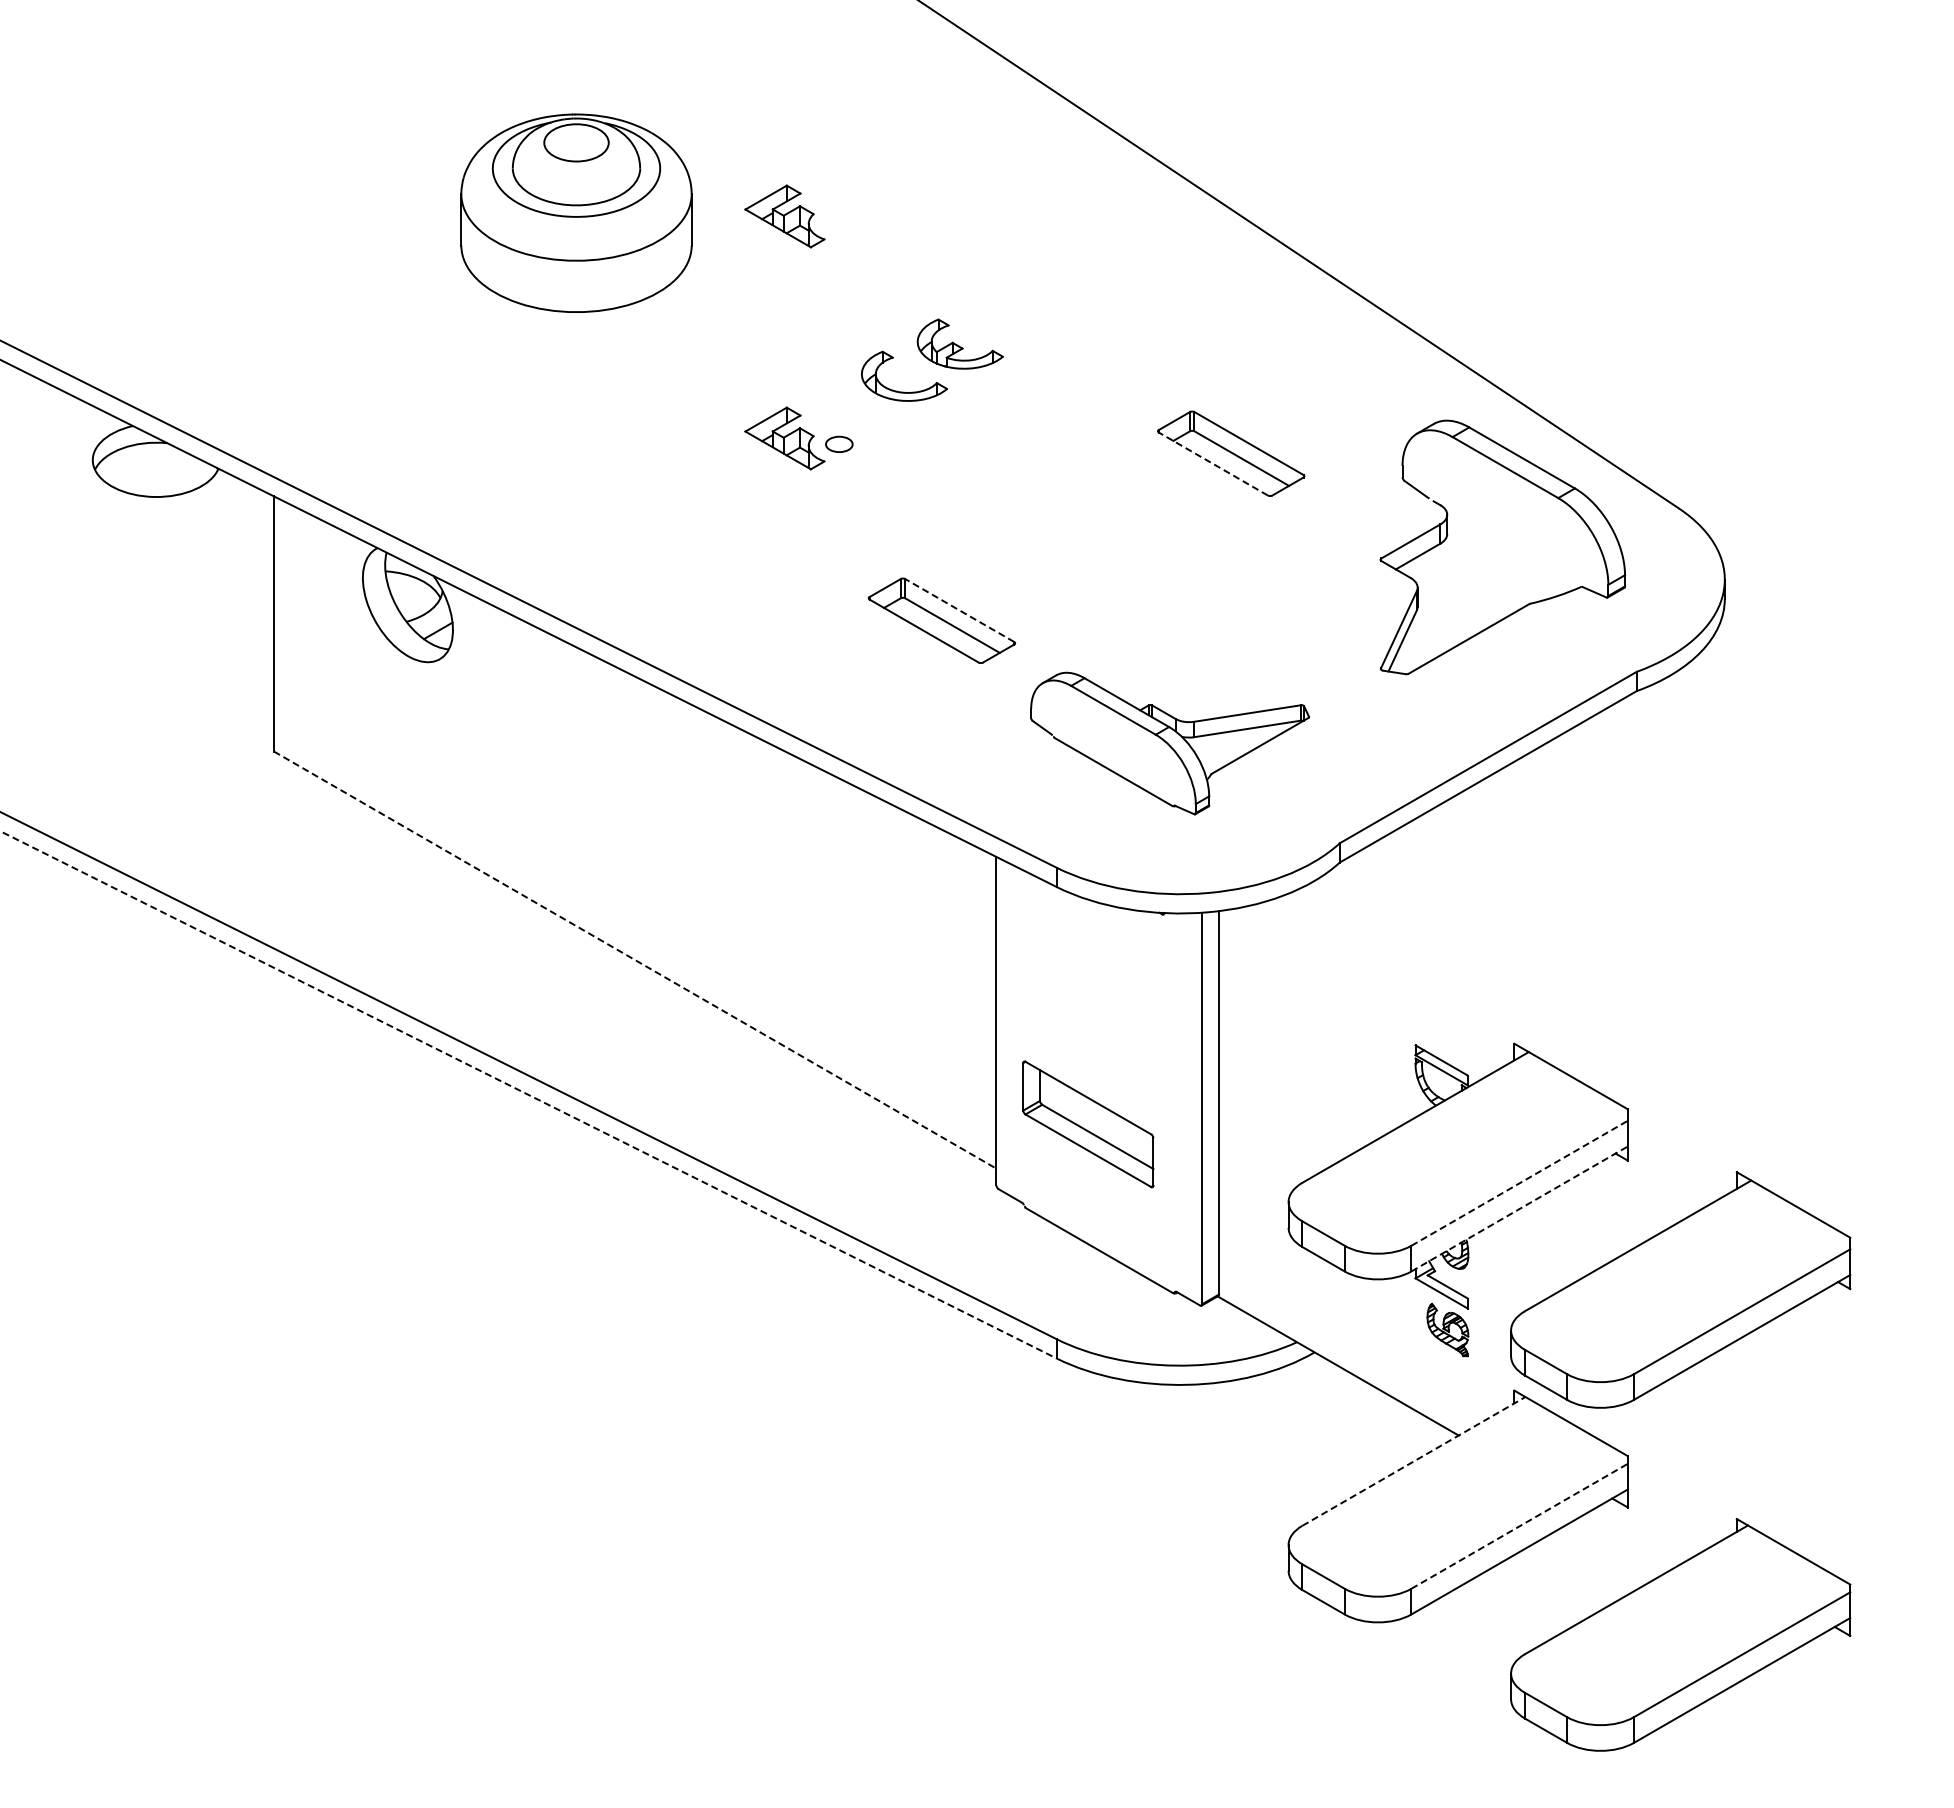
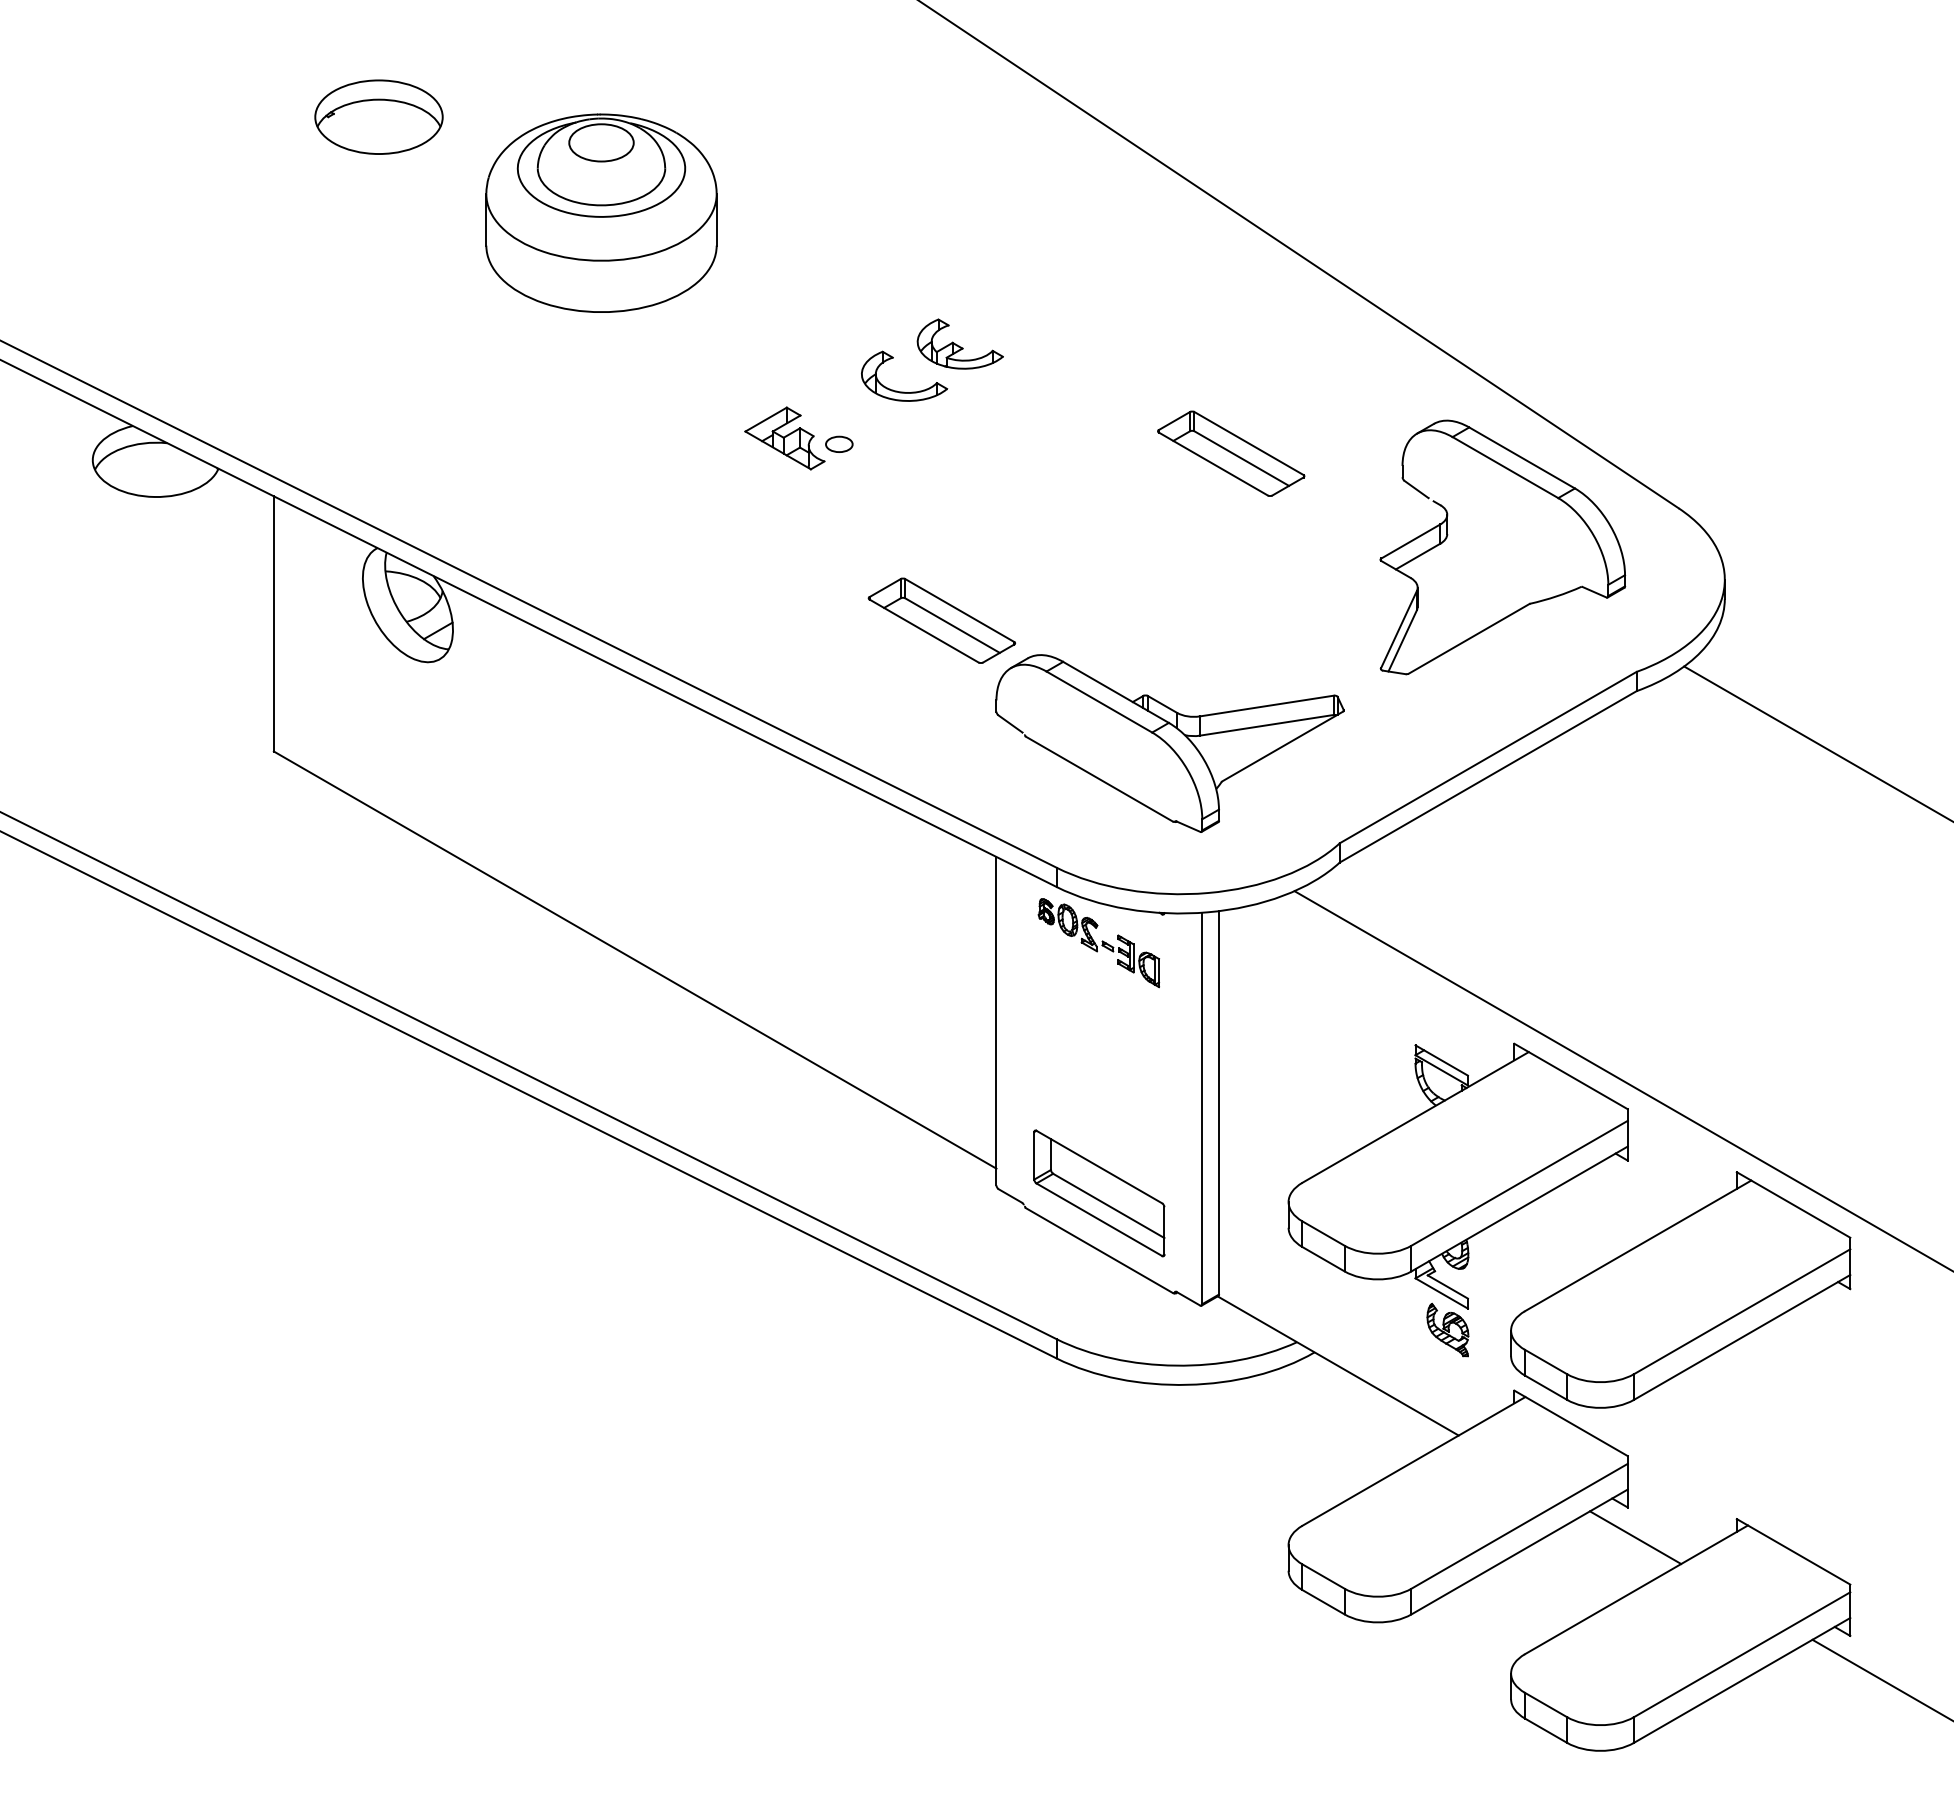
part at (378, 116): none -> present
part at (576, 212) position: (576, 212) -> (601, 212)
part at (784, 216): present -> none
line at (1213, 464): dashed -> solid
line at (959, 610): dashed -> solid
part at (1169, 743) size: 280x145 px -> 350x179 px
line at (1817, 743): none -> present
part at (1098, 943): none -> present
line at (635, 960): dashed -> solid
line at (1622, 1080): none -> present
line at (528, 1095): dashed -> solid
part at (1088, 1124) position: (1088, 1124) -> (1099, 1193)
line at (1519, 1183): dashed -> solid
line at (1519, 1208): dashed -> solid
line at (1413, 1461): dashed -> solid
line at (1519, 1526): dashed -> solid
line at (1635, 1537): none -> present
line at (1881, 1679): none -> present
